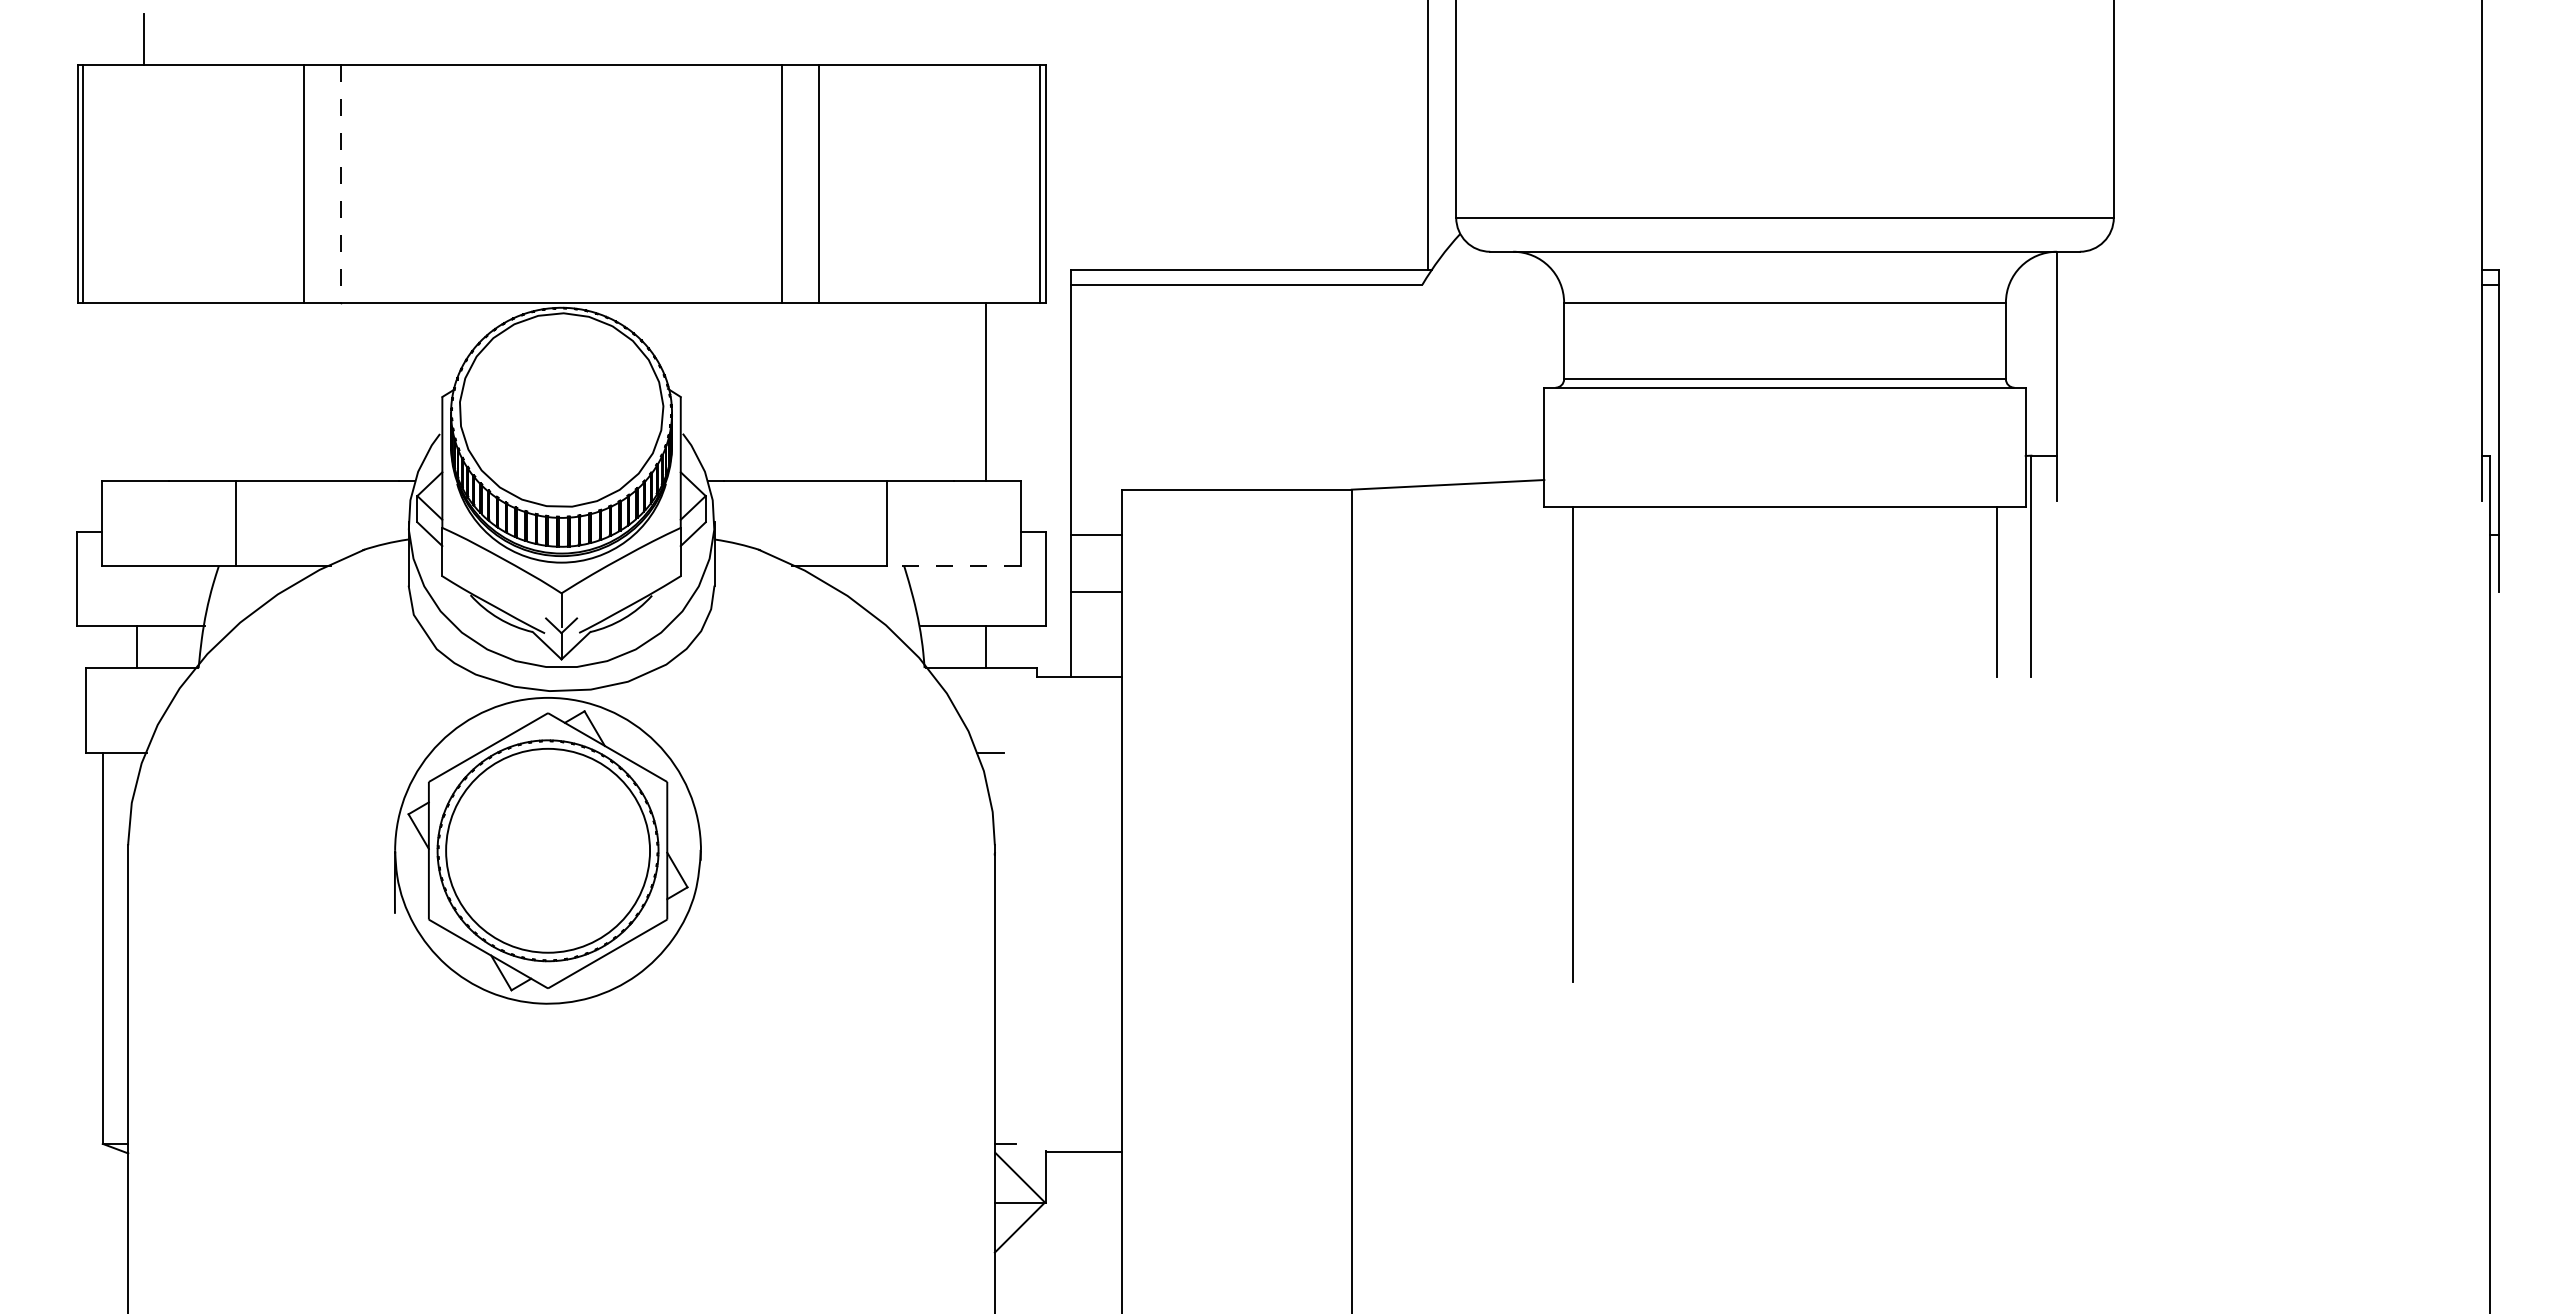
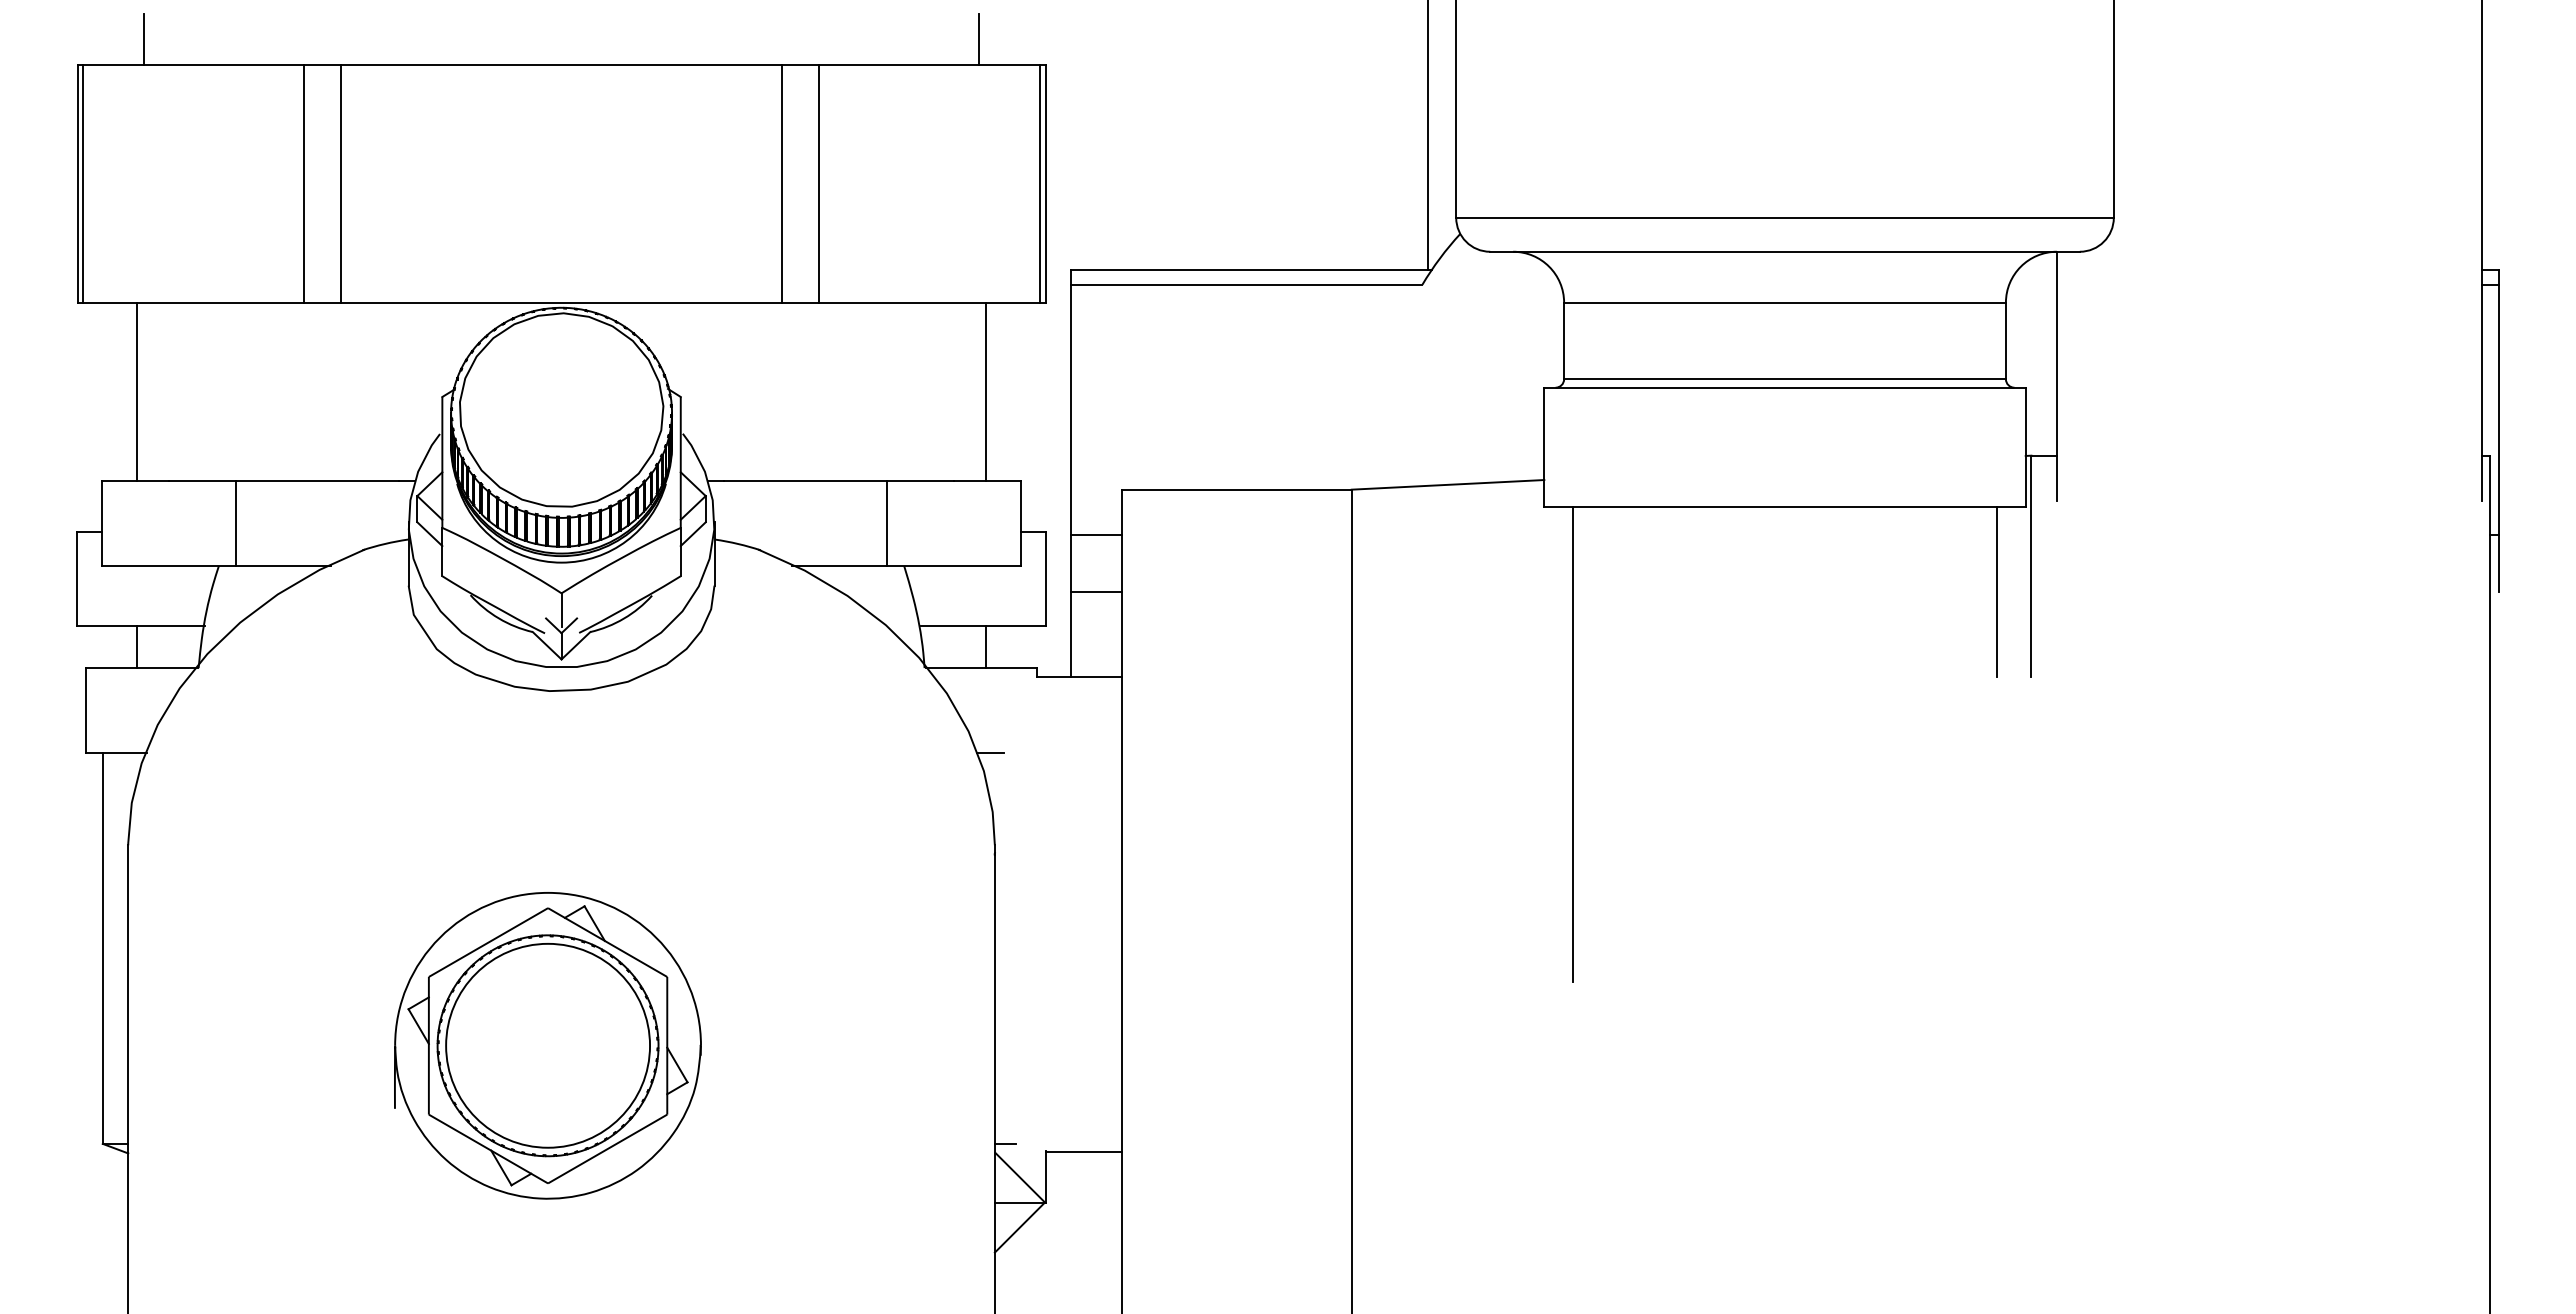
line at (978, 38): none -> present
line at (340, 183): dashed -> solid
line at (136, 391): none -> present
line at (953, 566): dashed -> solid
part at (547, 850) position: (547, 850) -> (547, 1045)
